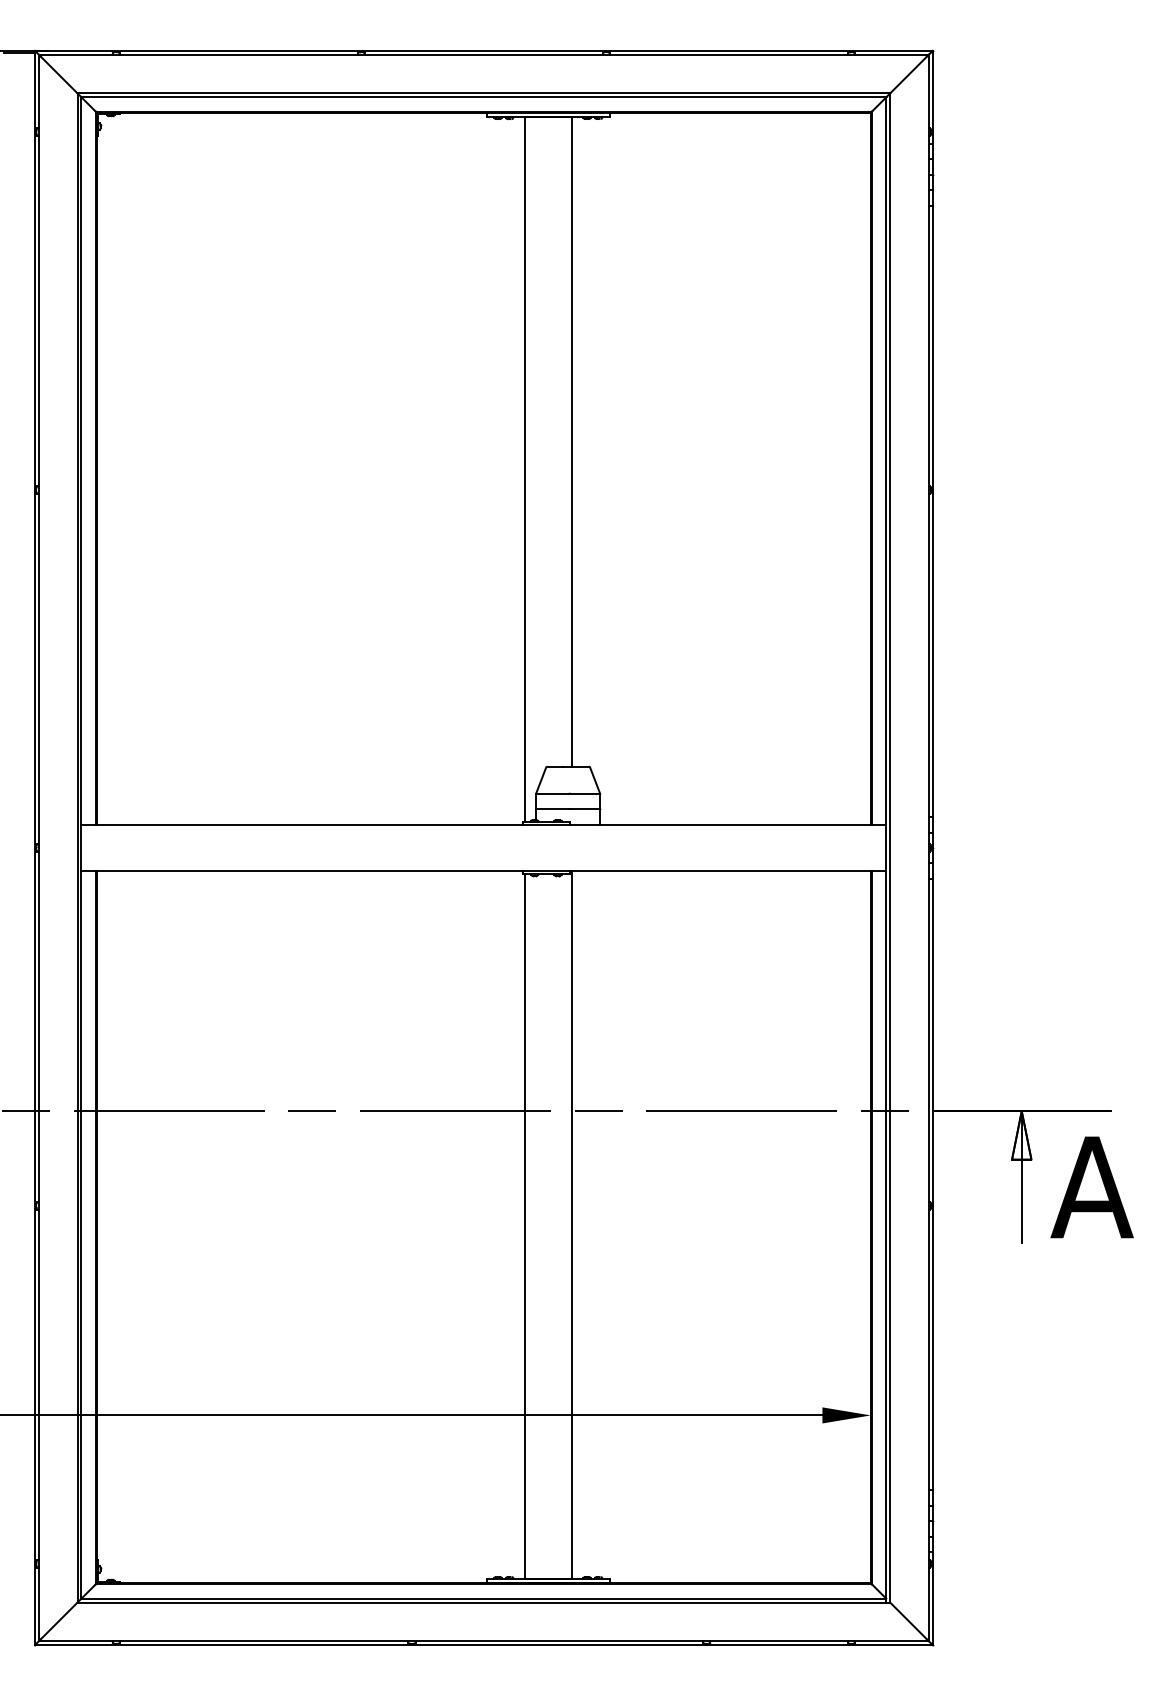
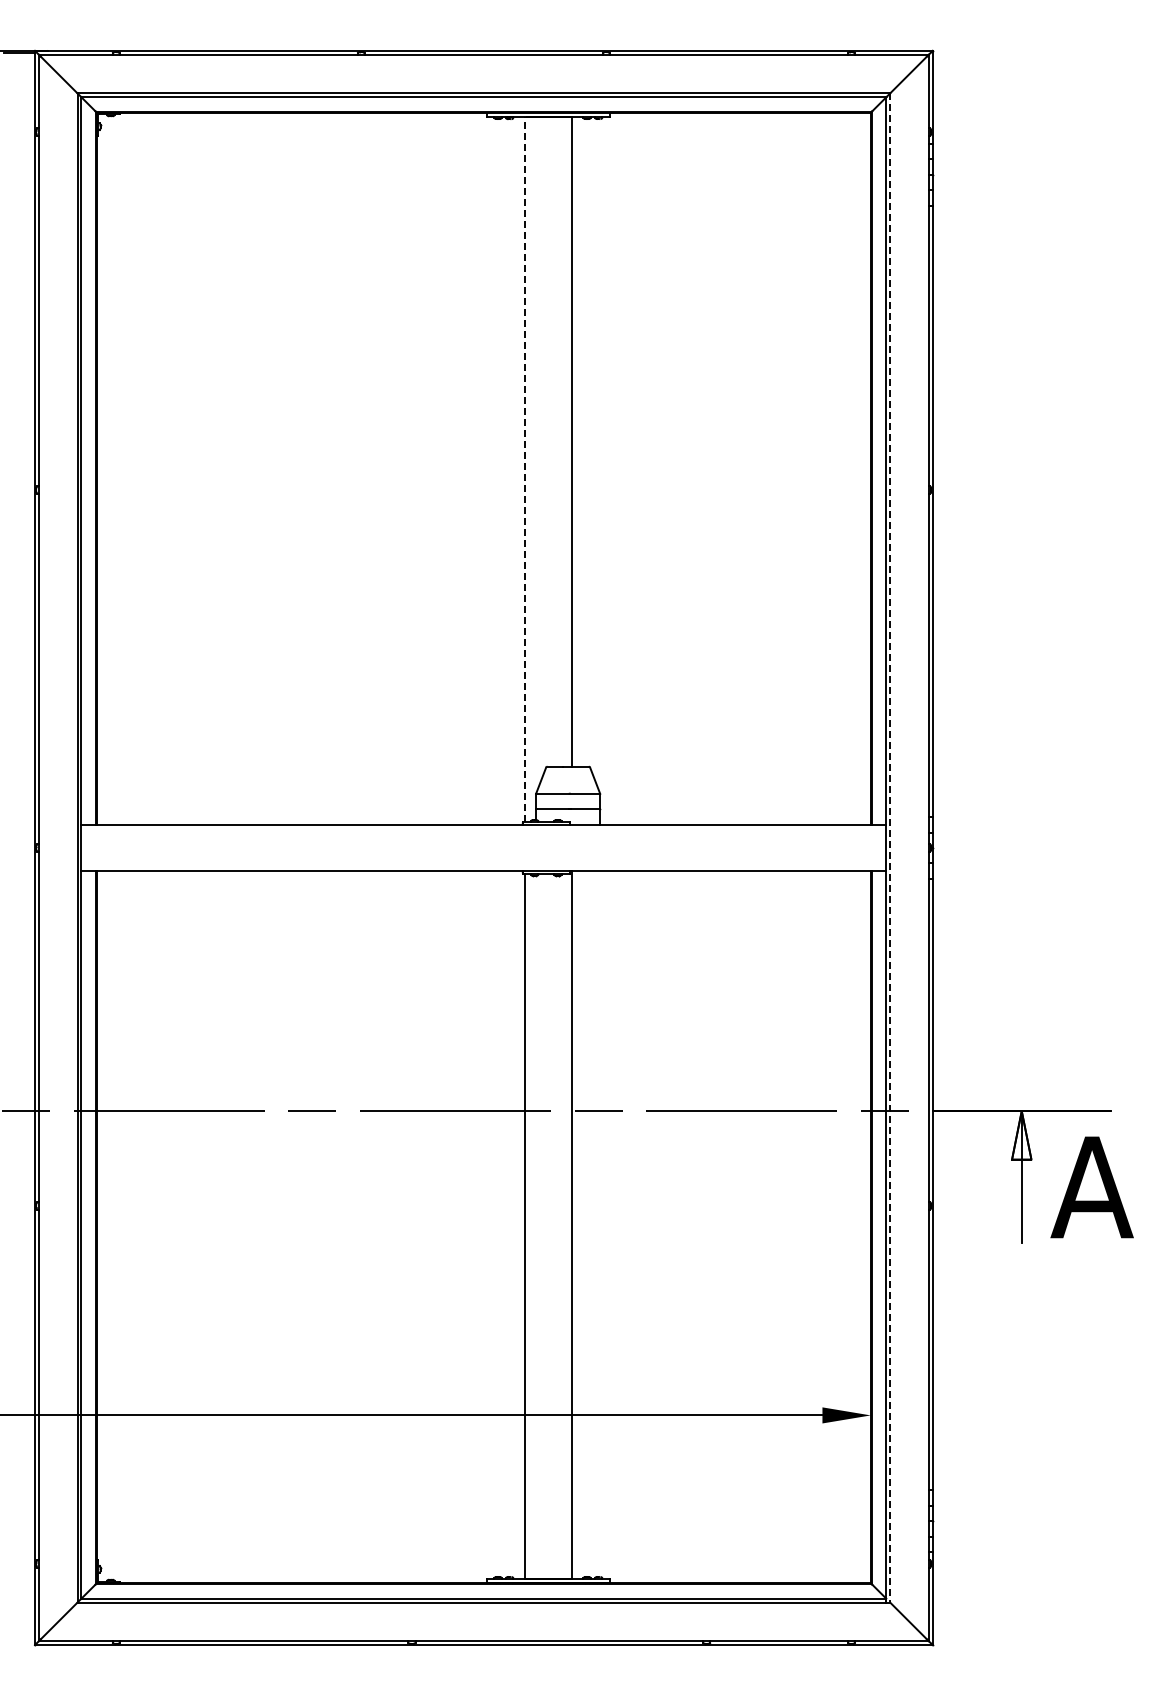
line at (525, 469): solid -> dashed
line at (890, 847): solid -> dashed
